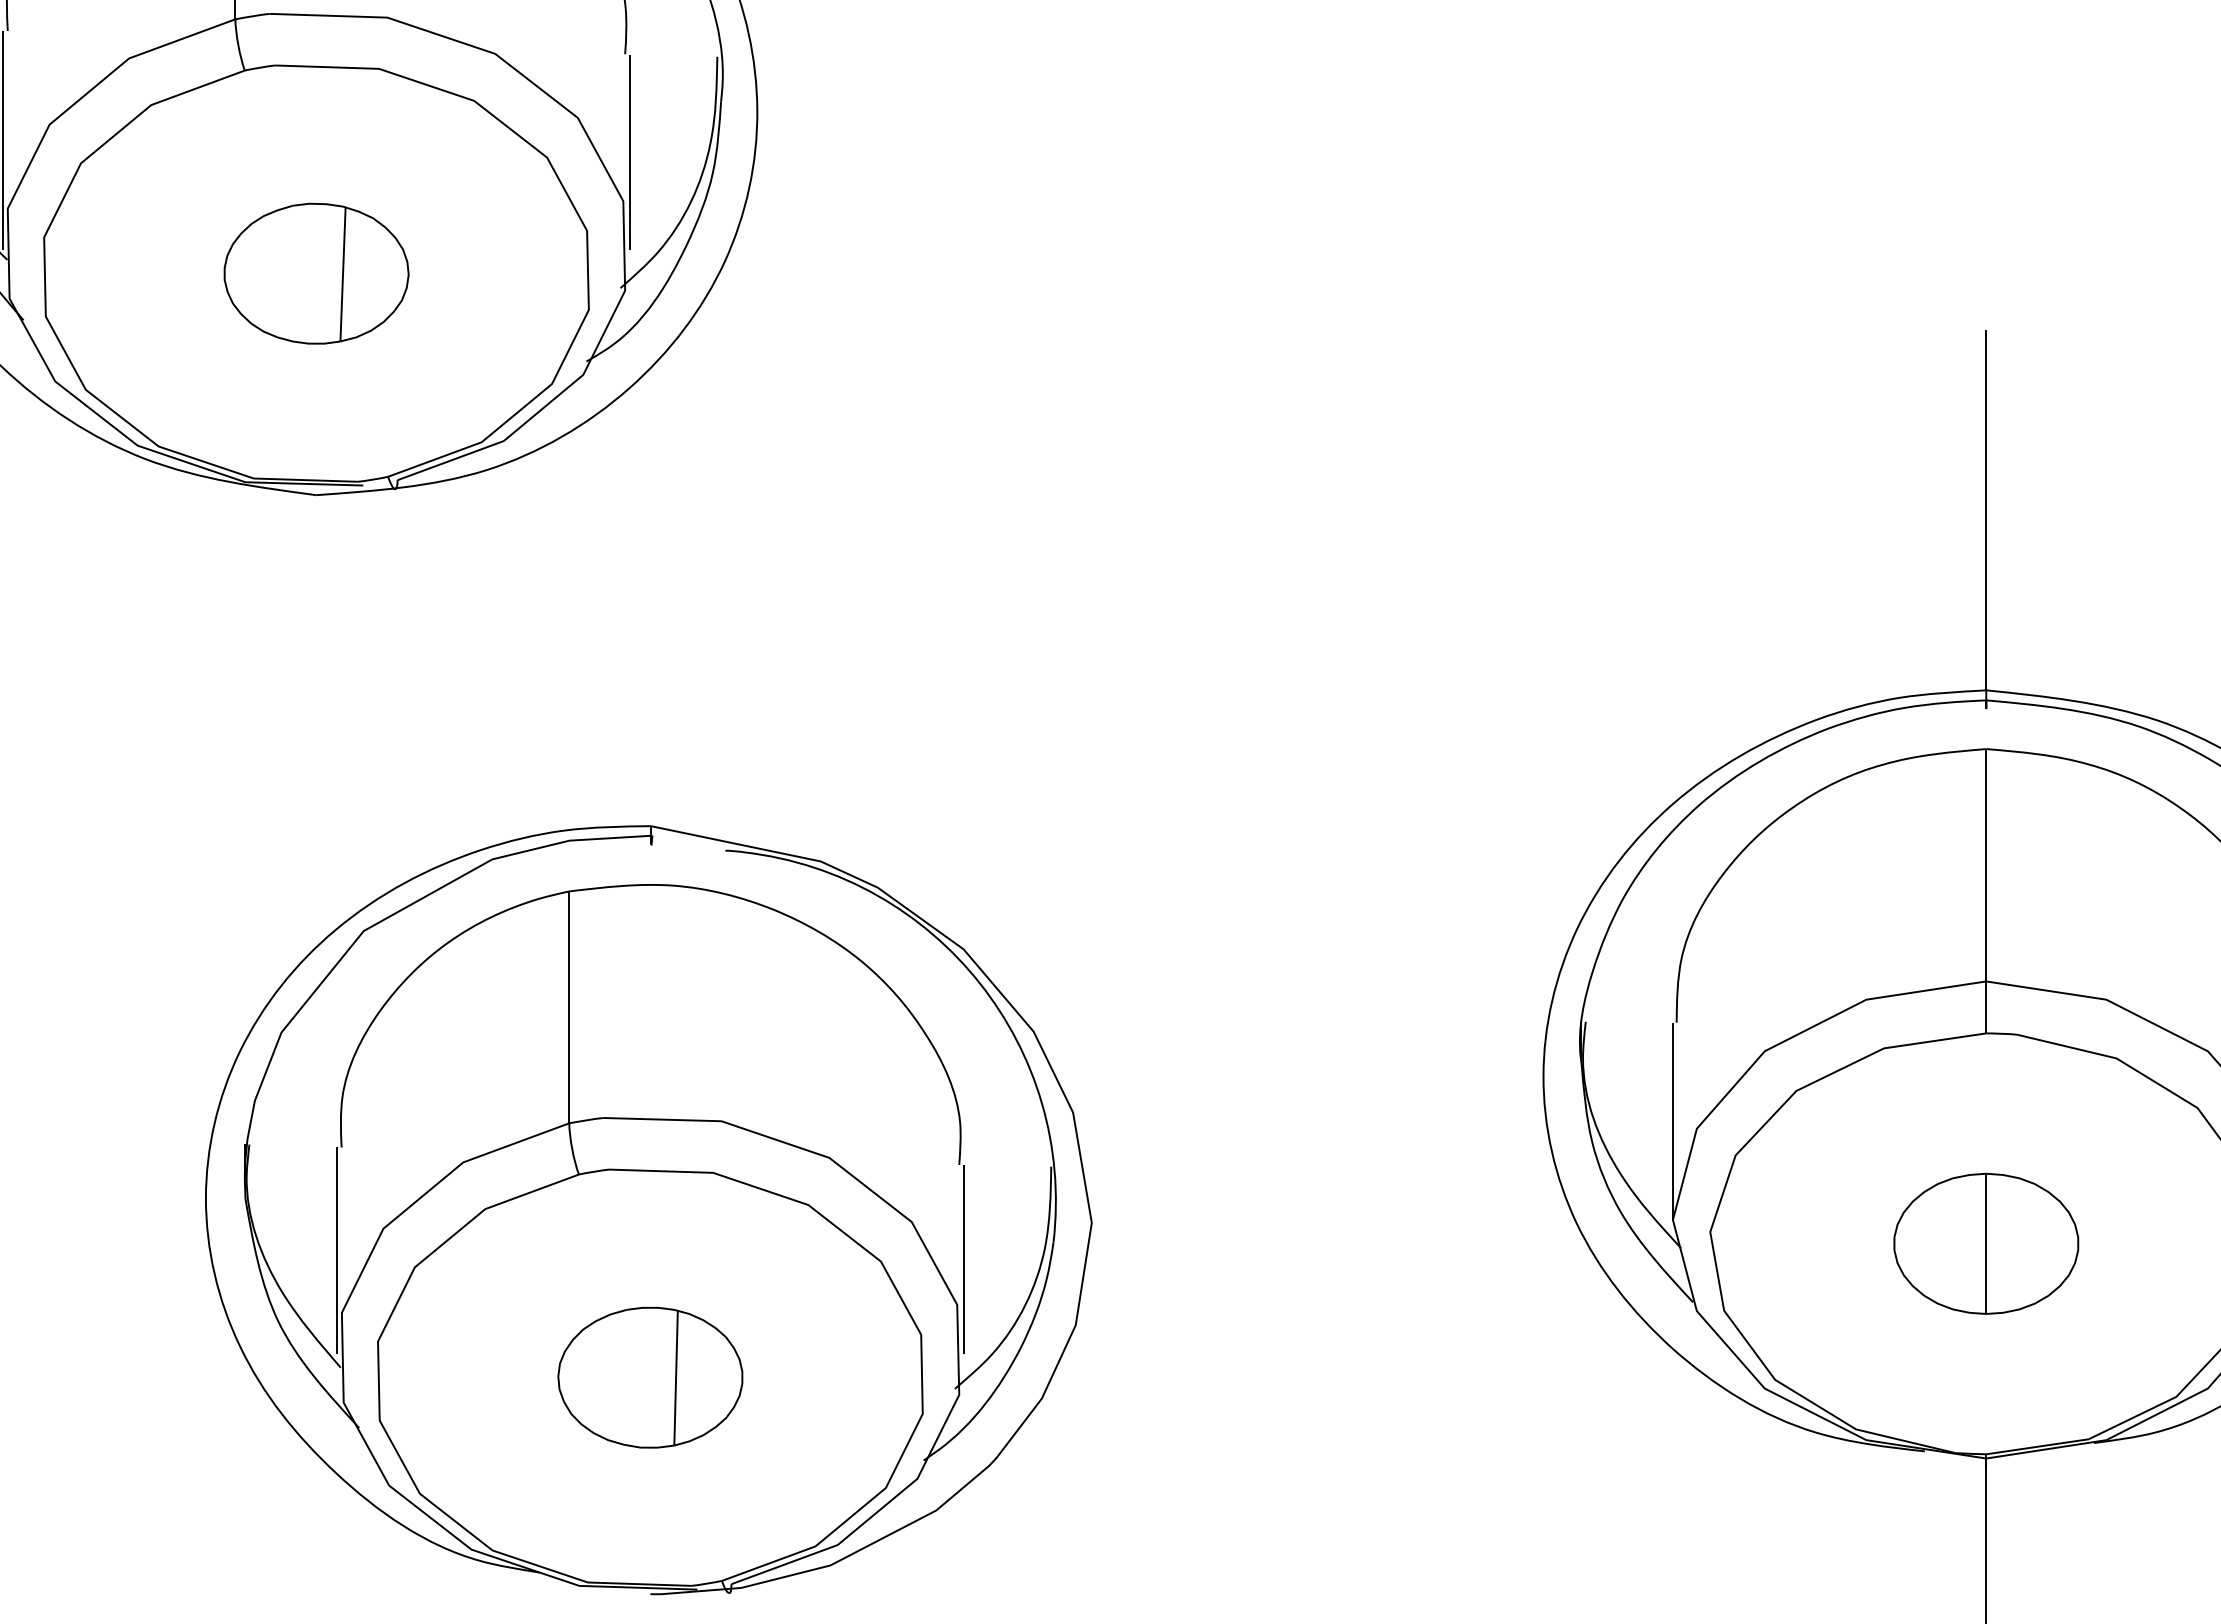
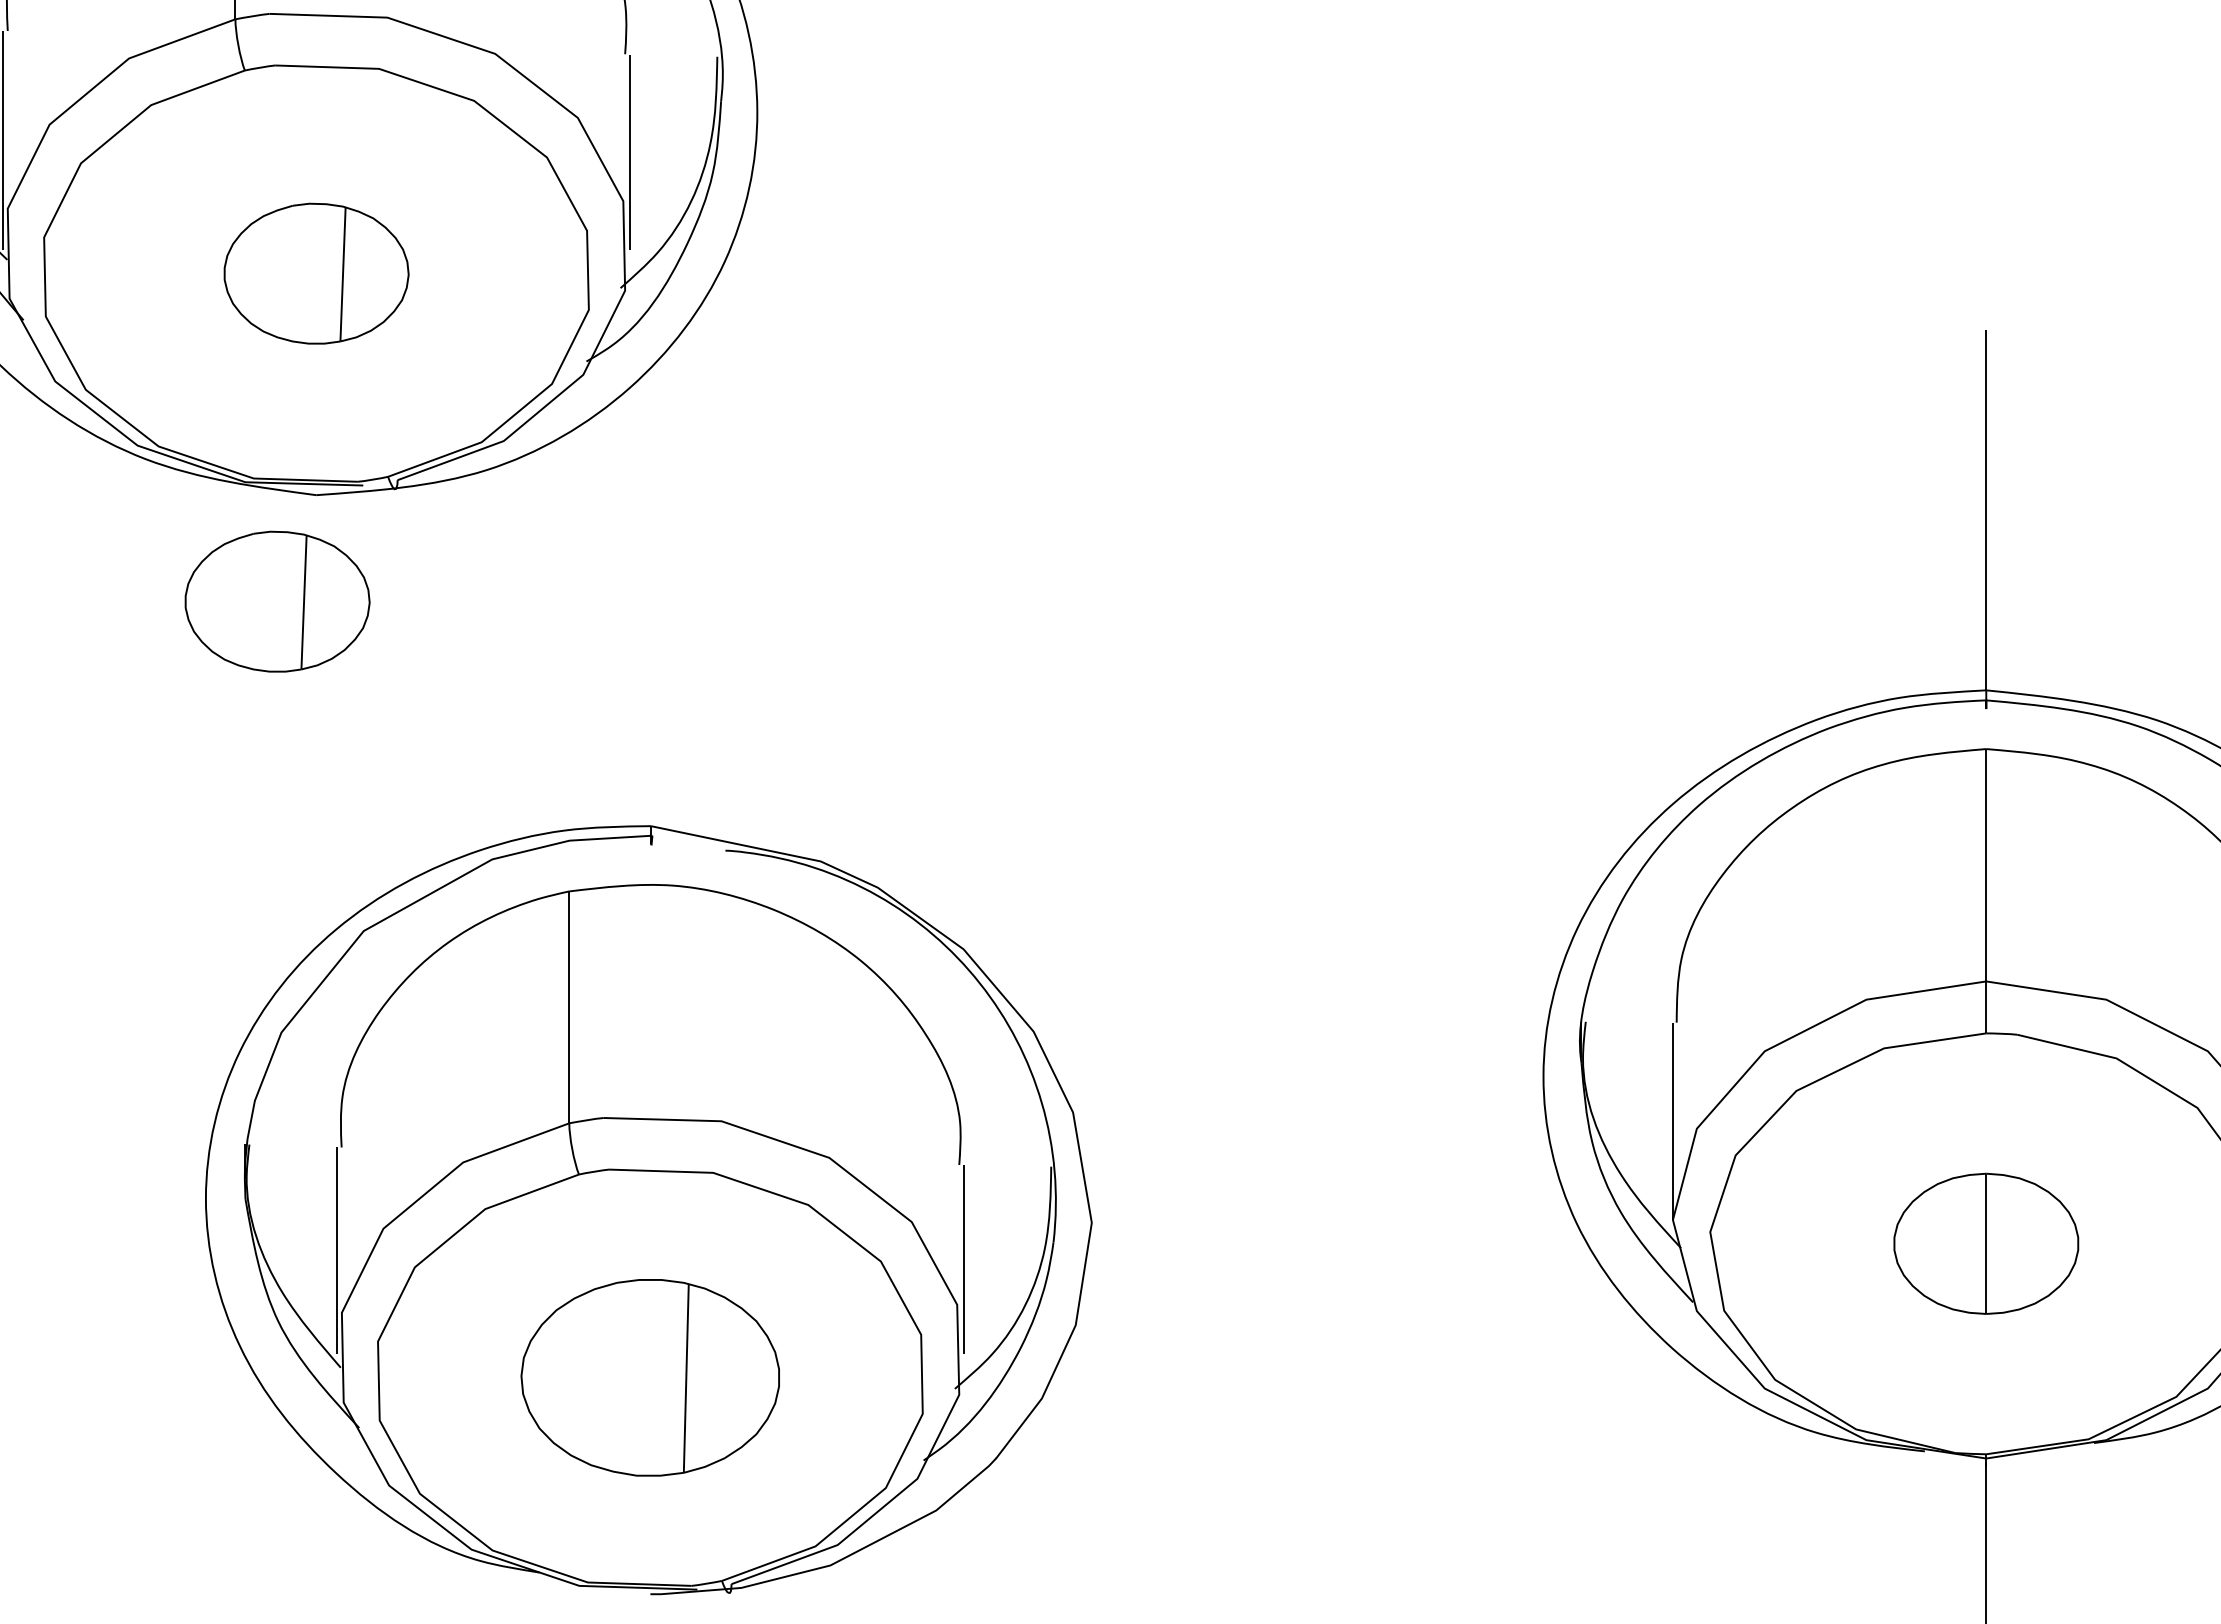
part at (277, 601): none -> present
part at (650, 1377) size: 187x143 px -> 260x198 px
